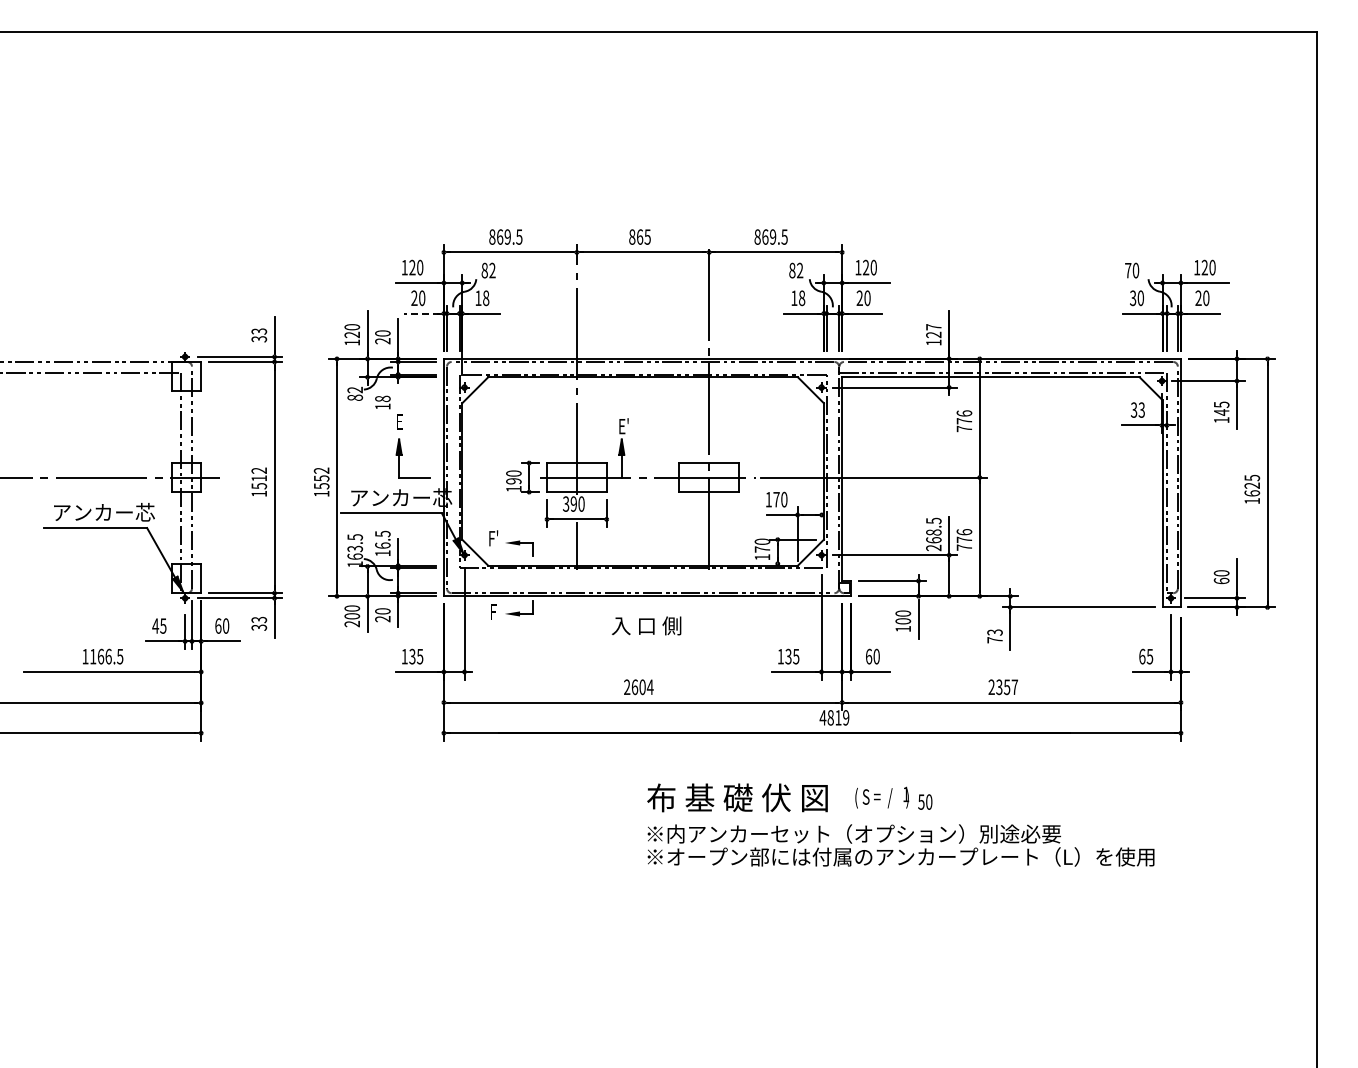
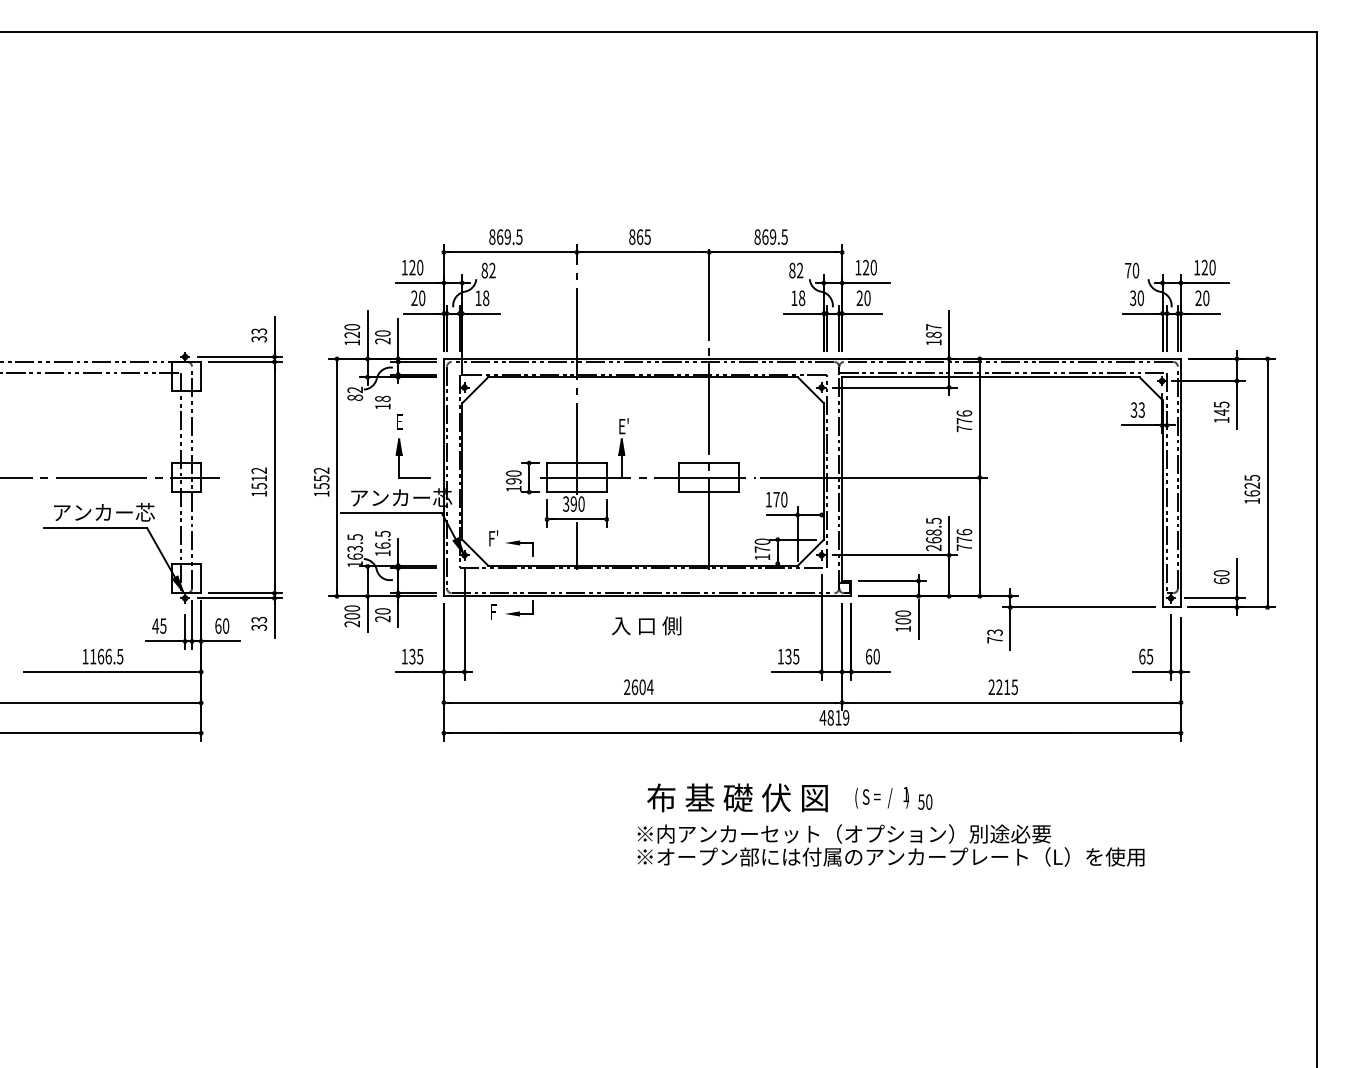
line at (422, 313): dashed -> solid
text at (933, 334): 127 -> 187
text at (1007, 687): 2357 -> 2215
text at (900, 845) position: (900, 845) -> (890, 845)
